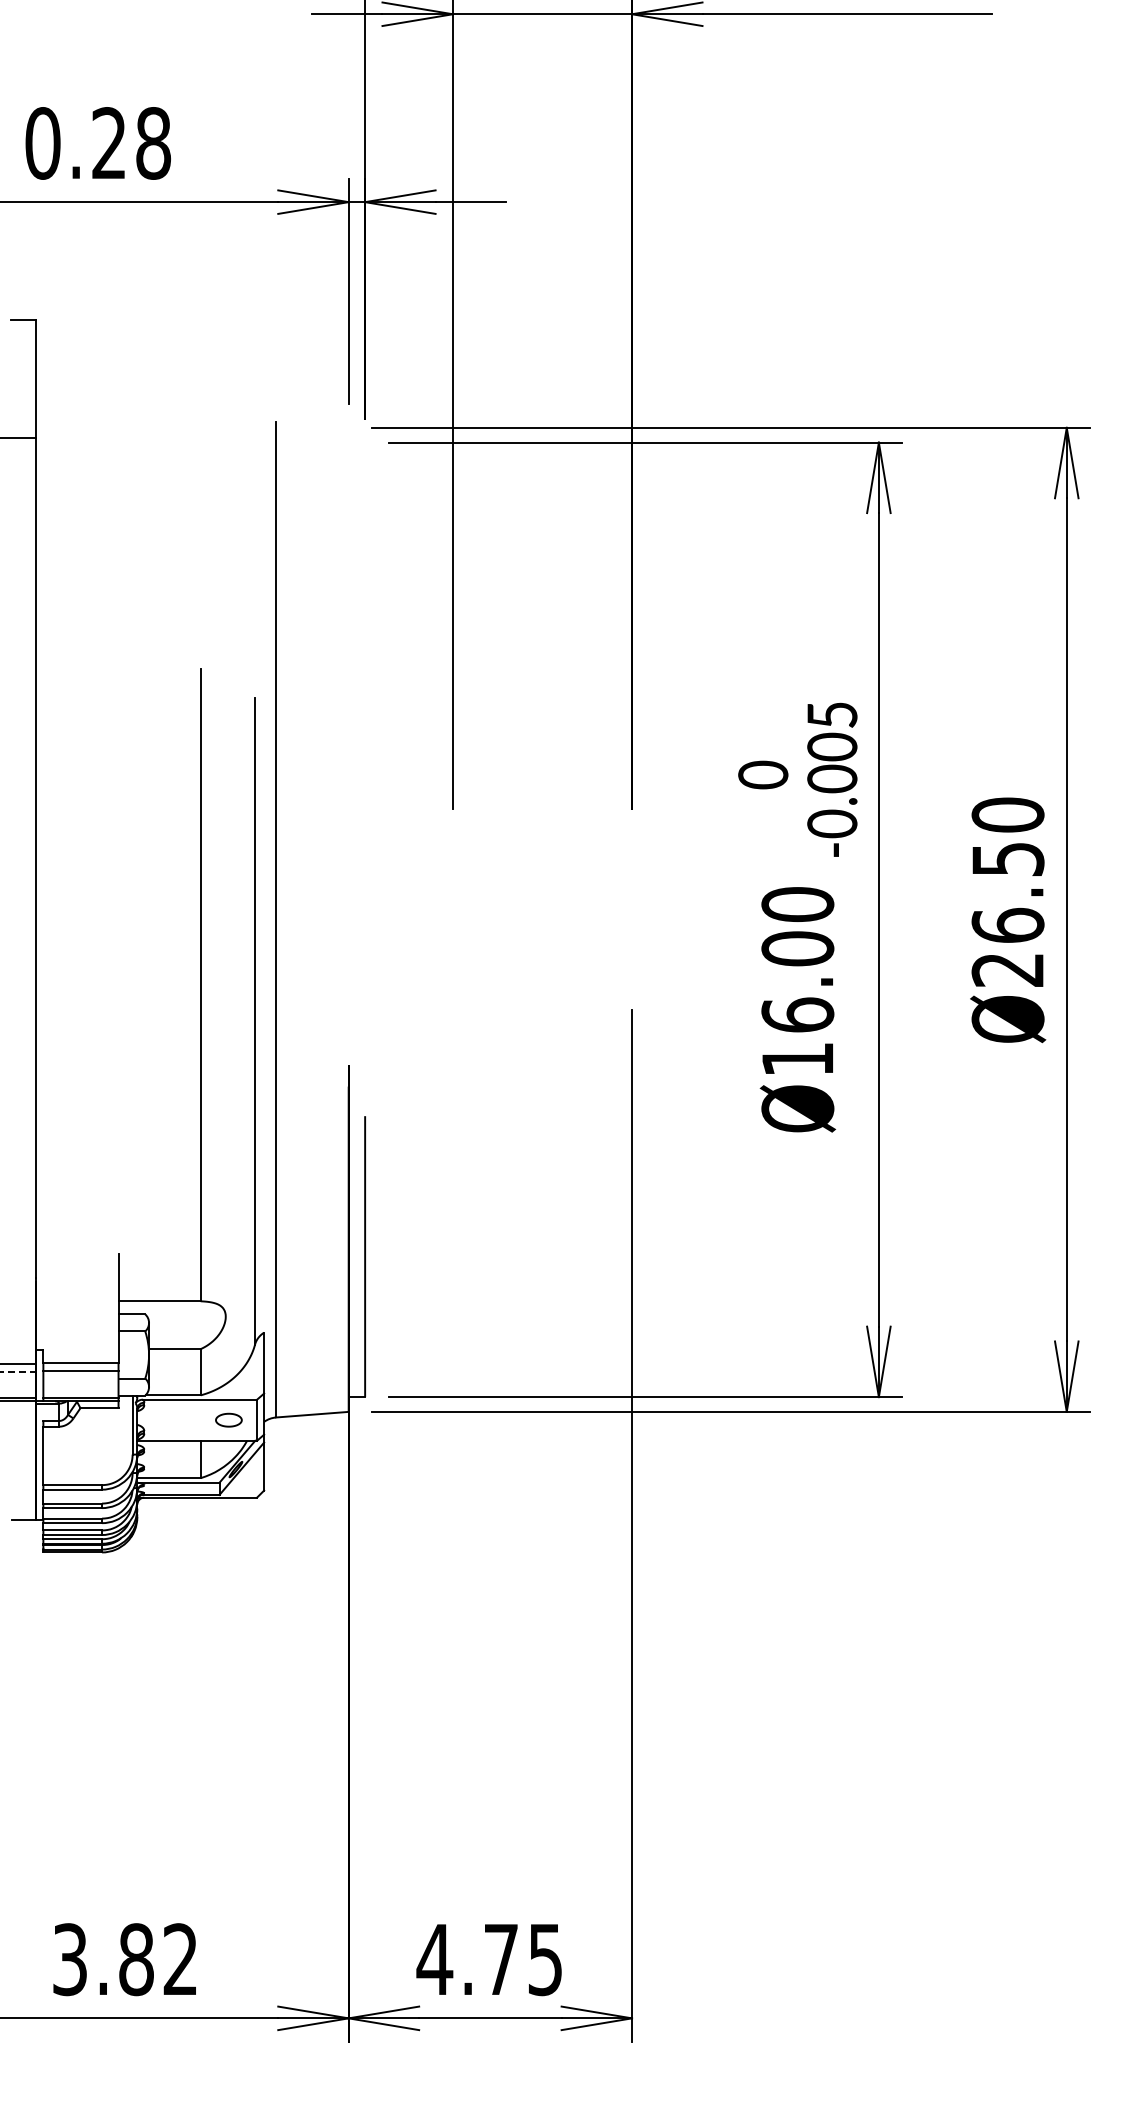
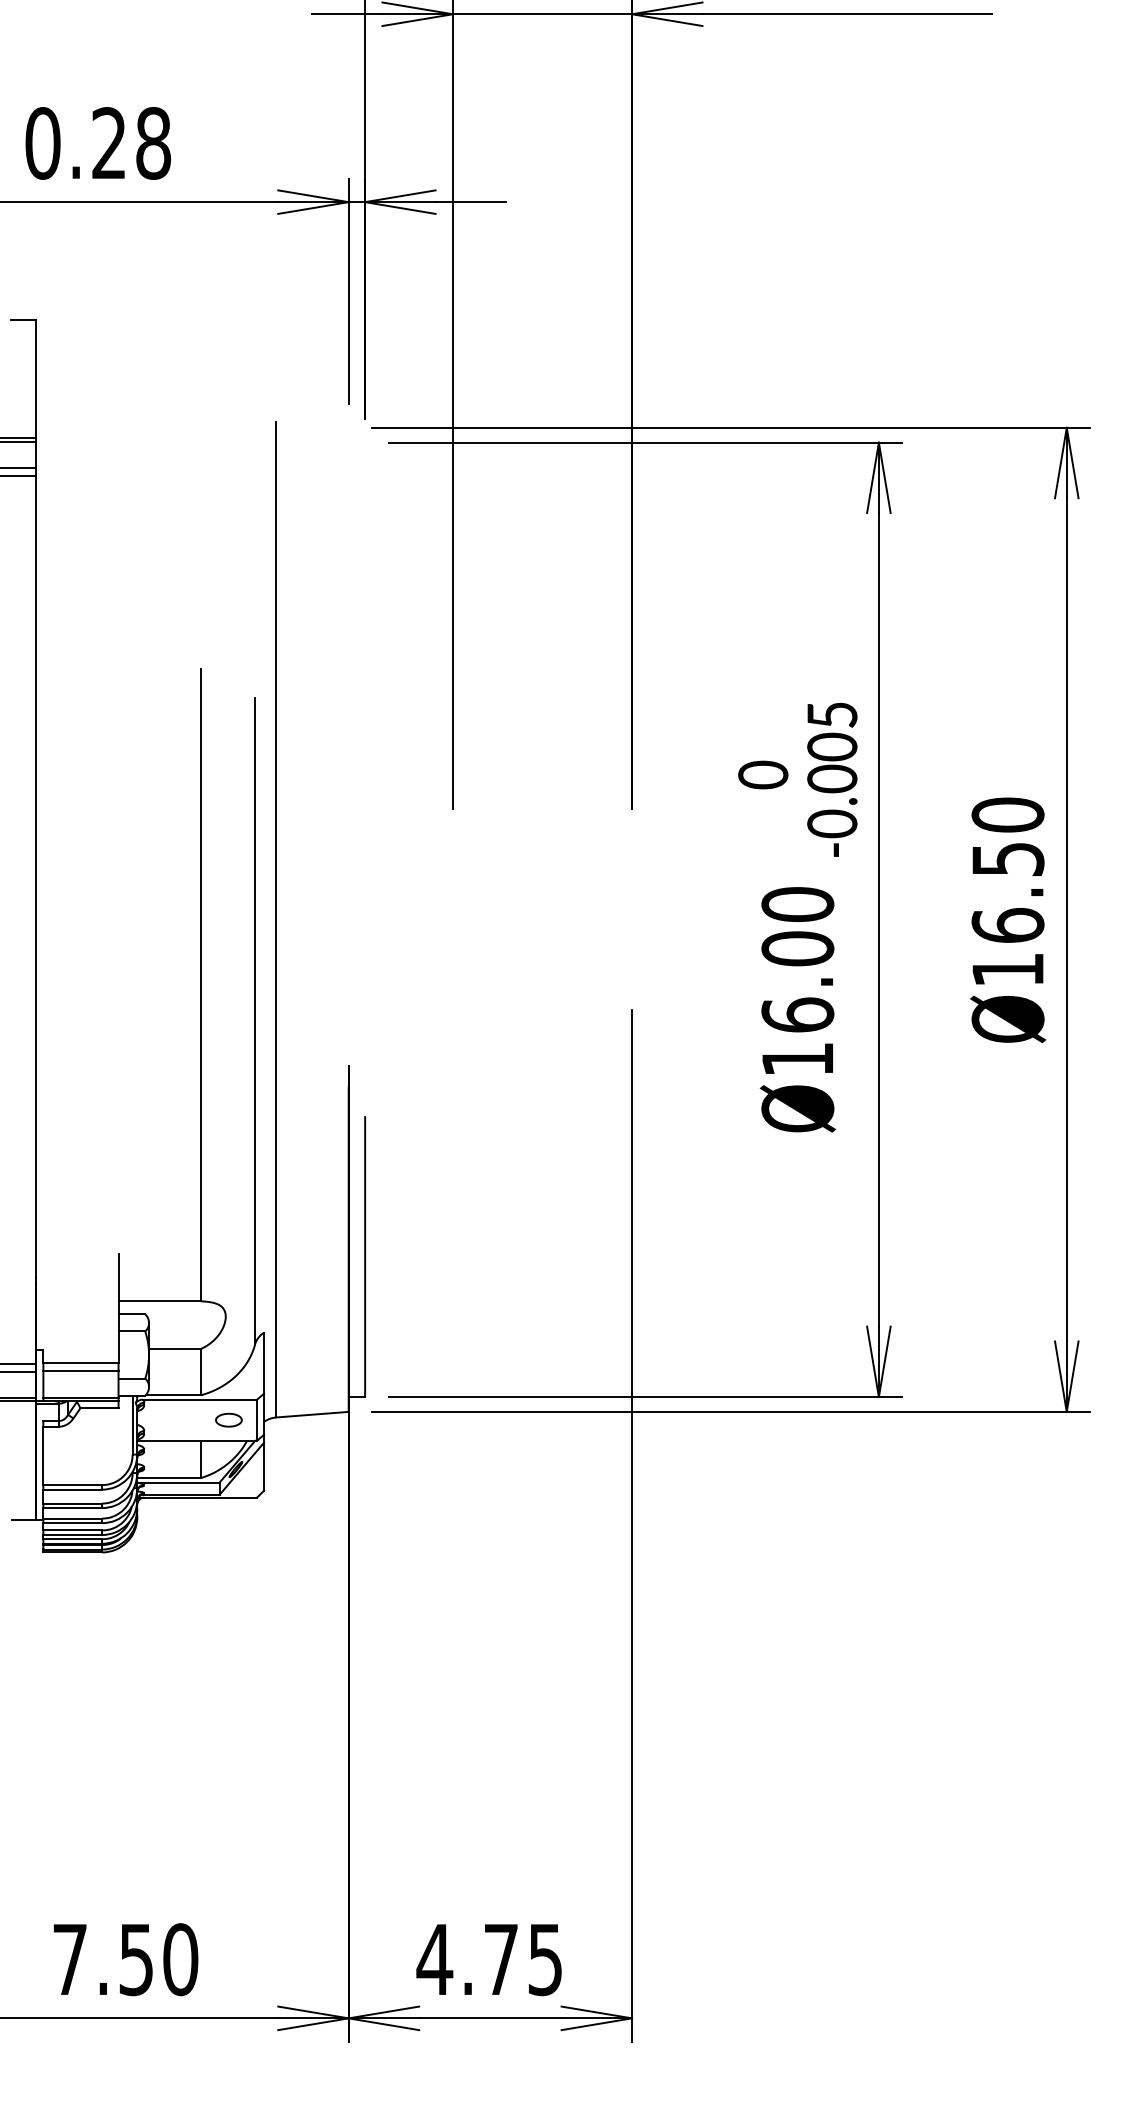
line at (19, 441): none -> present
line at (19, 467): none -> present
line at (19, 476): none -> present
text at (1007, 970): Ø26.50 -> Ø16.50
line at (18, 1371): dashed -> solid
text at (125, 1959): 3.82 -> 7.50
